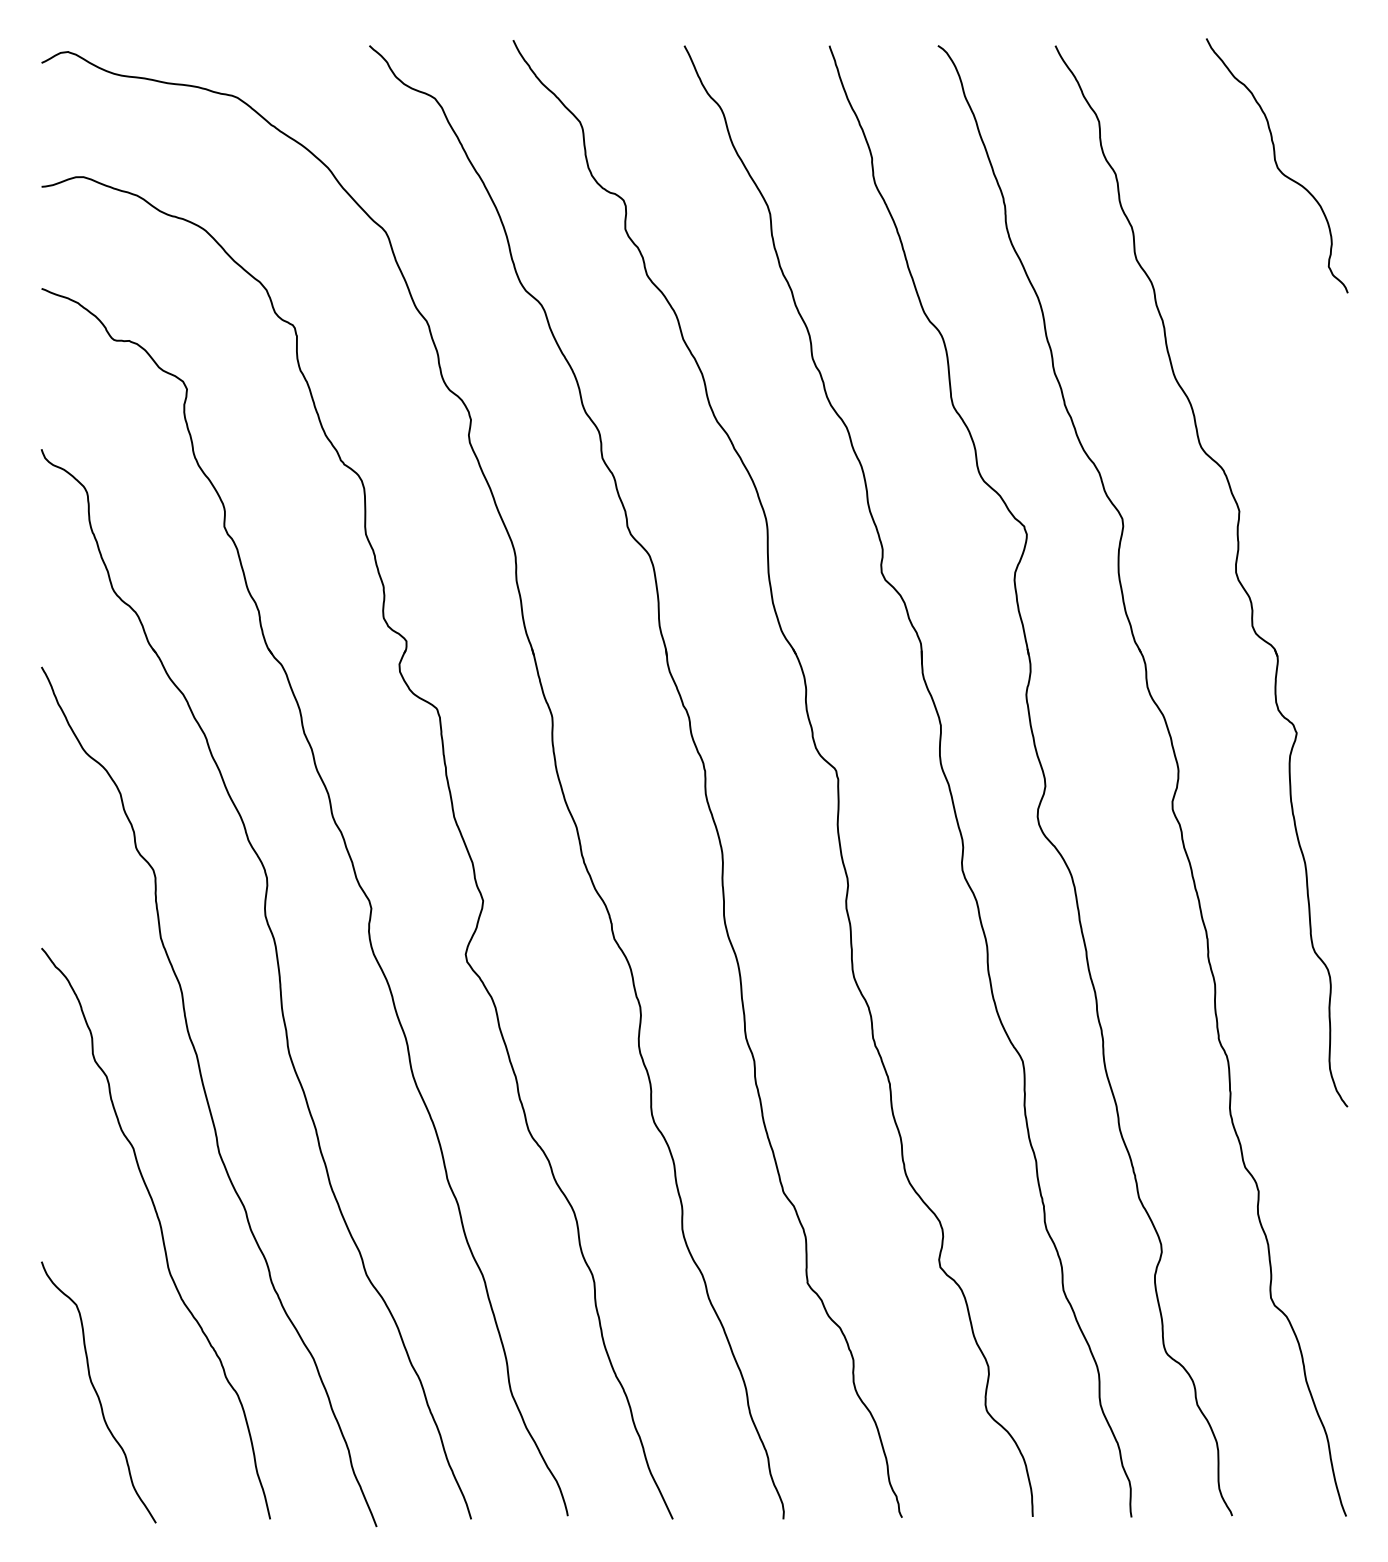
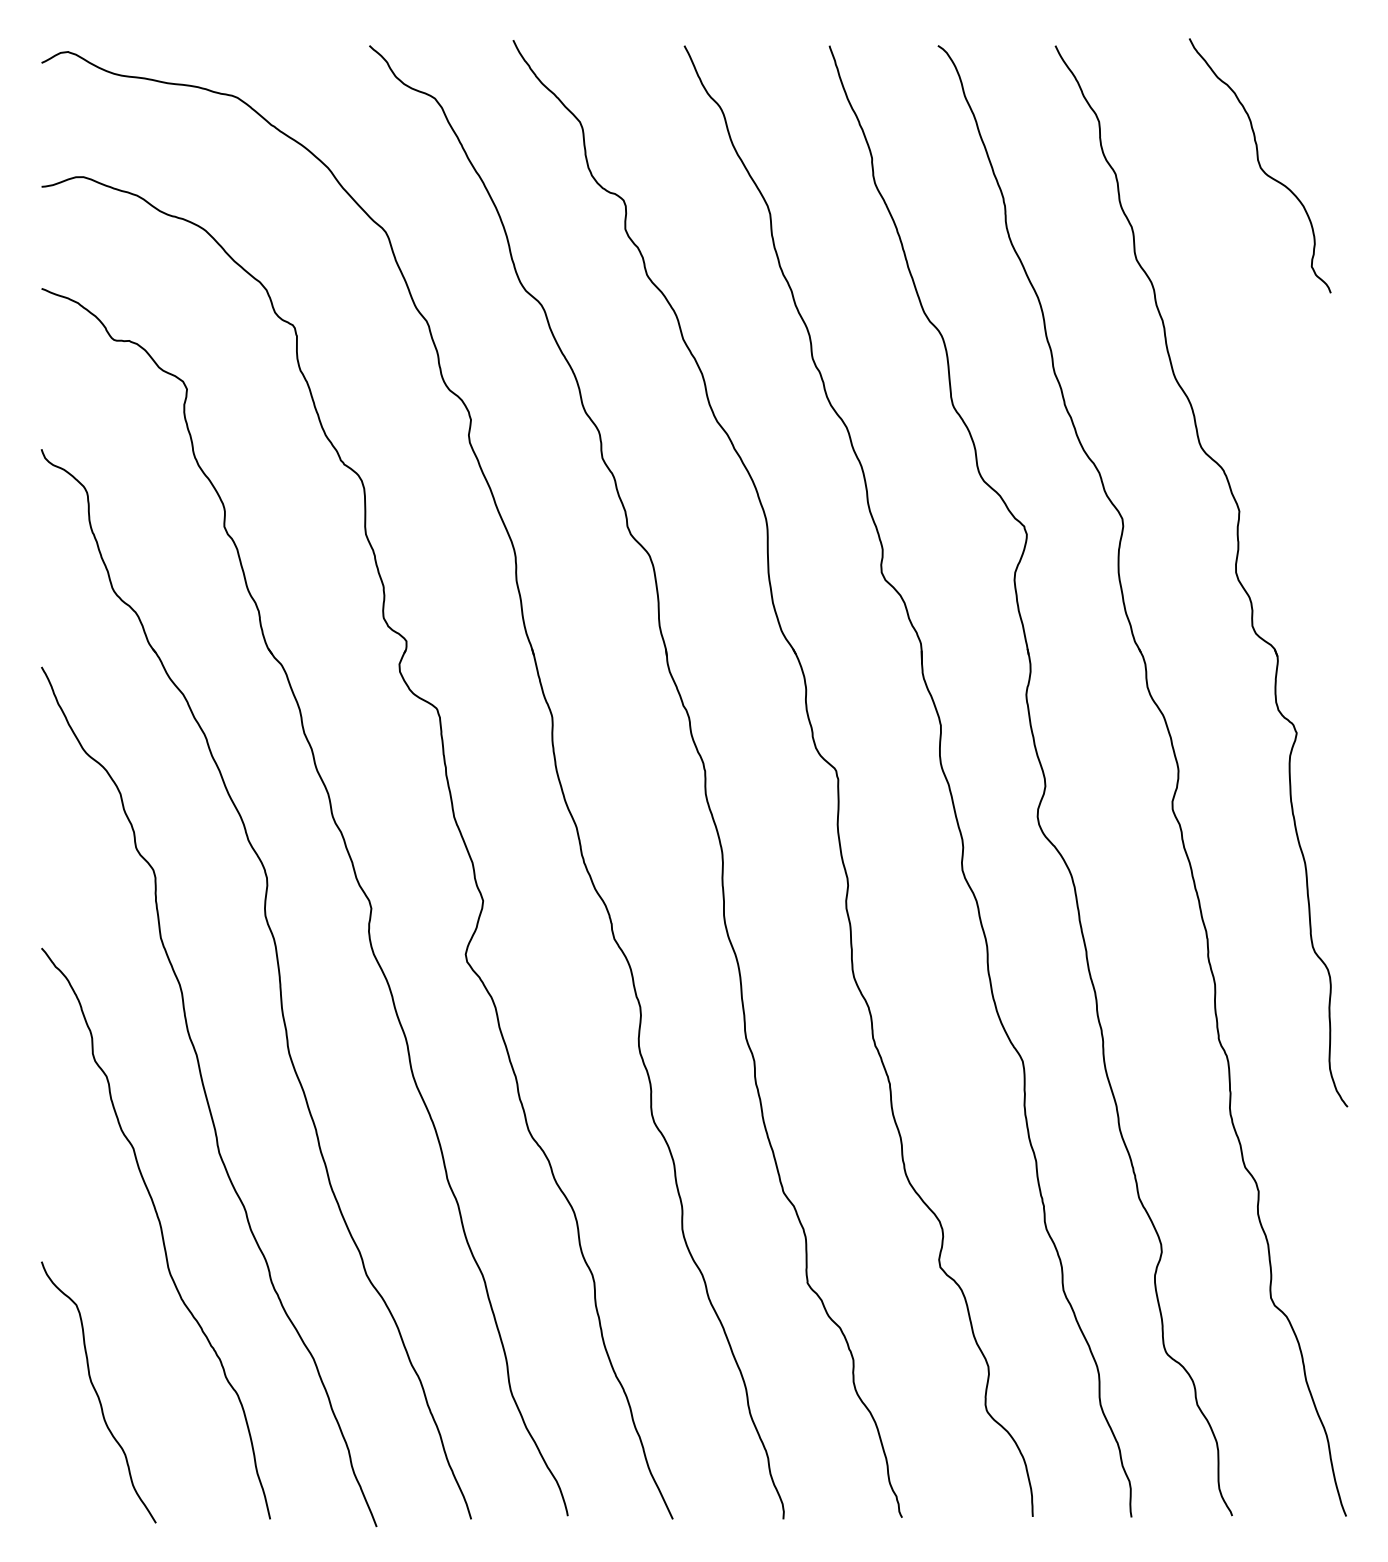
curve at (1277, 165) position: (1277, 165) -> (1260, 165)
